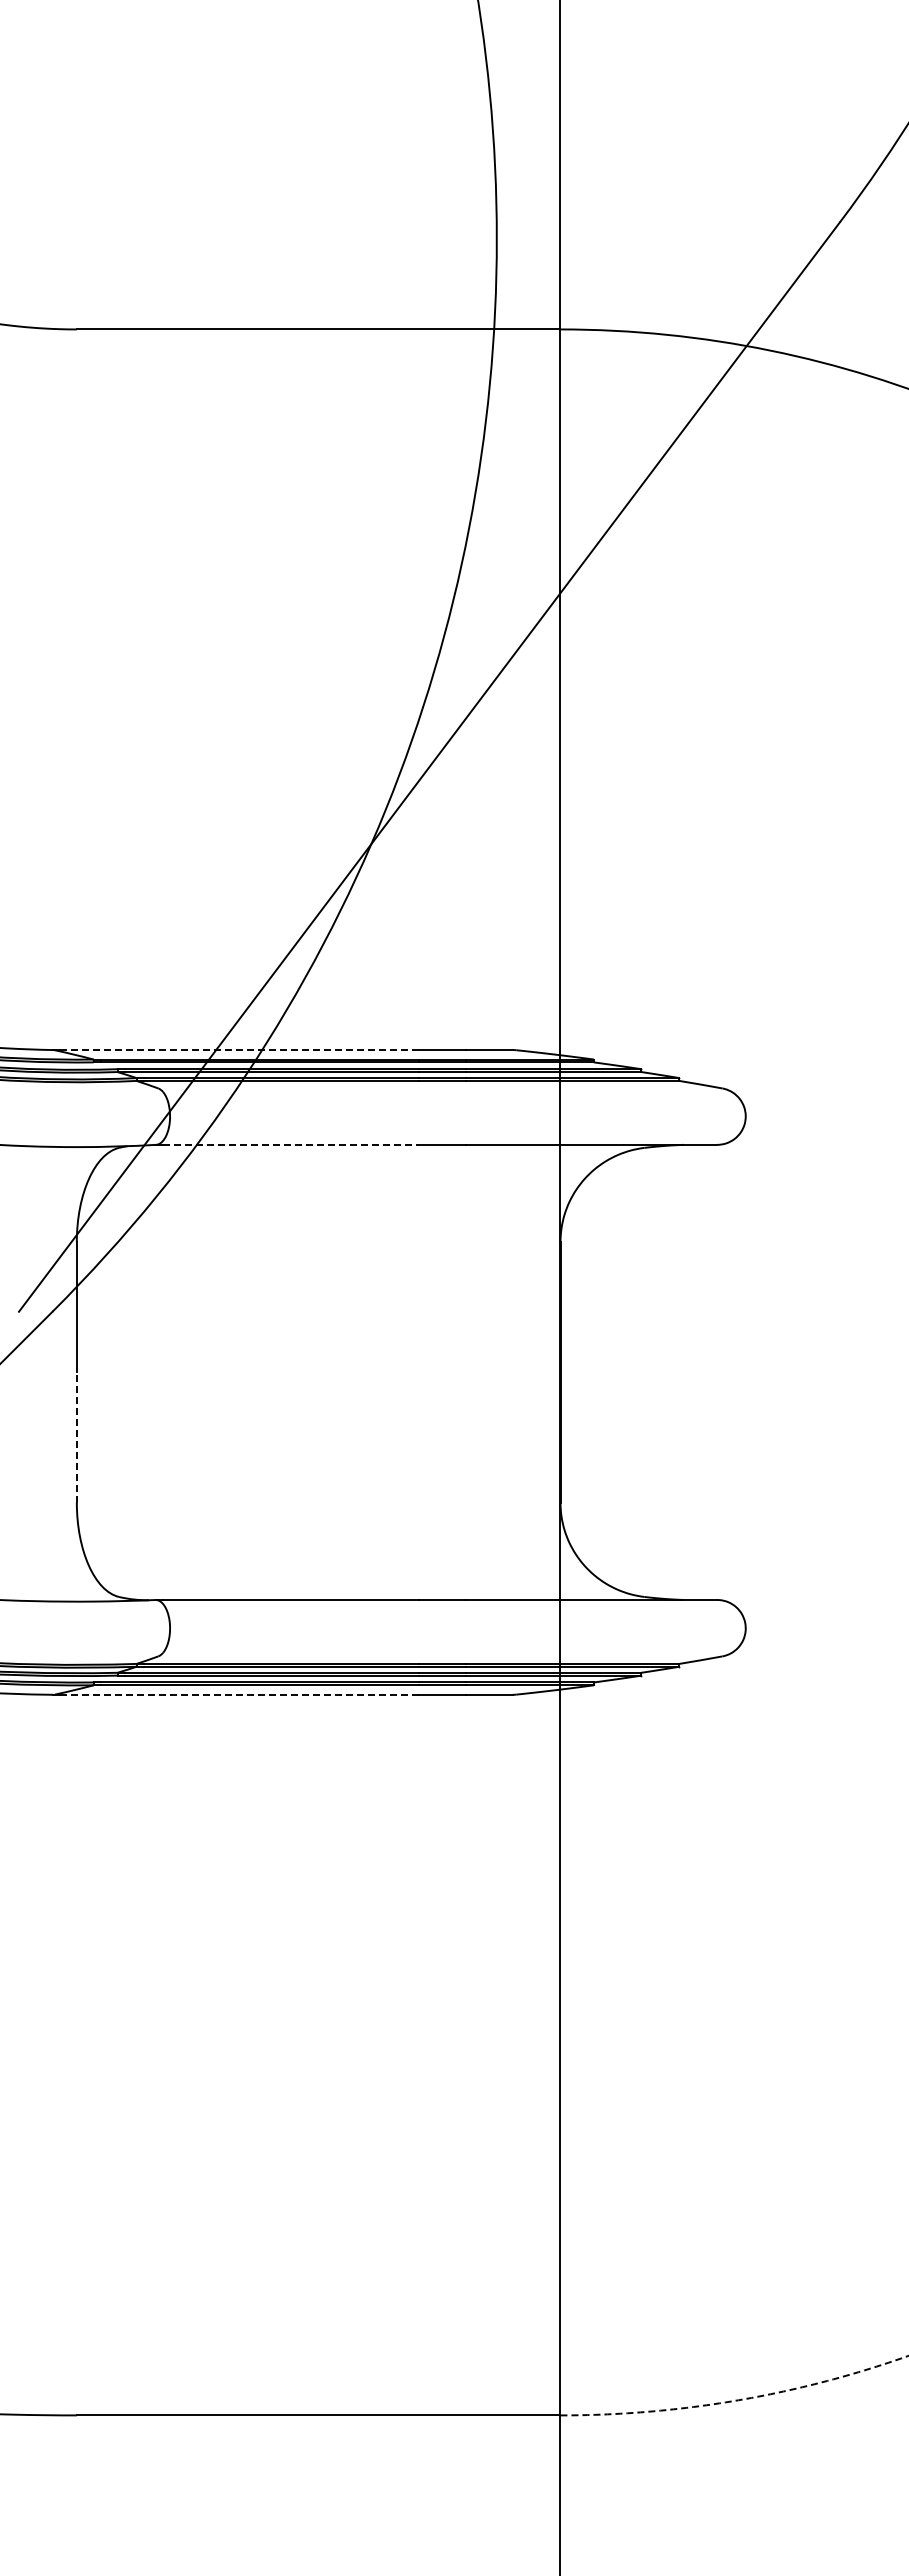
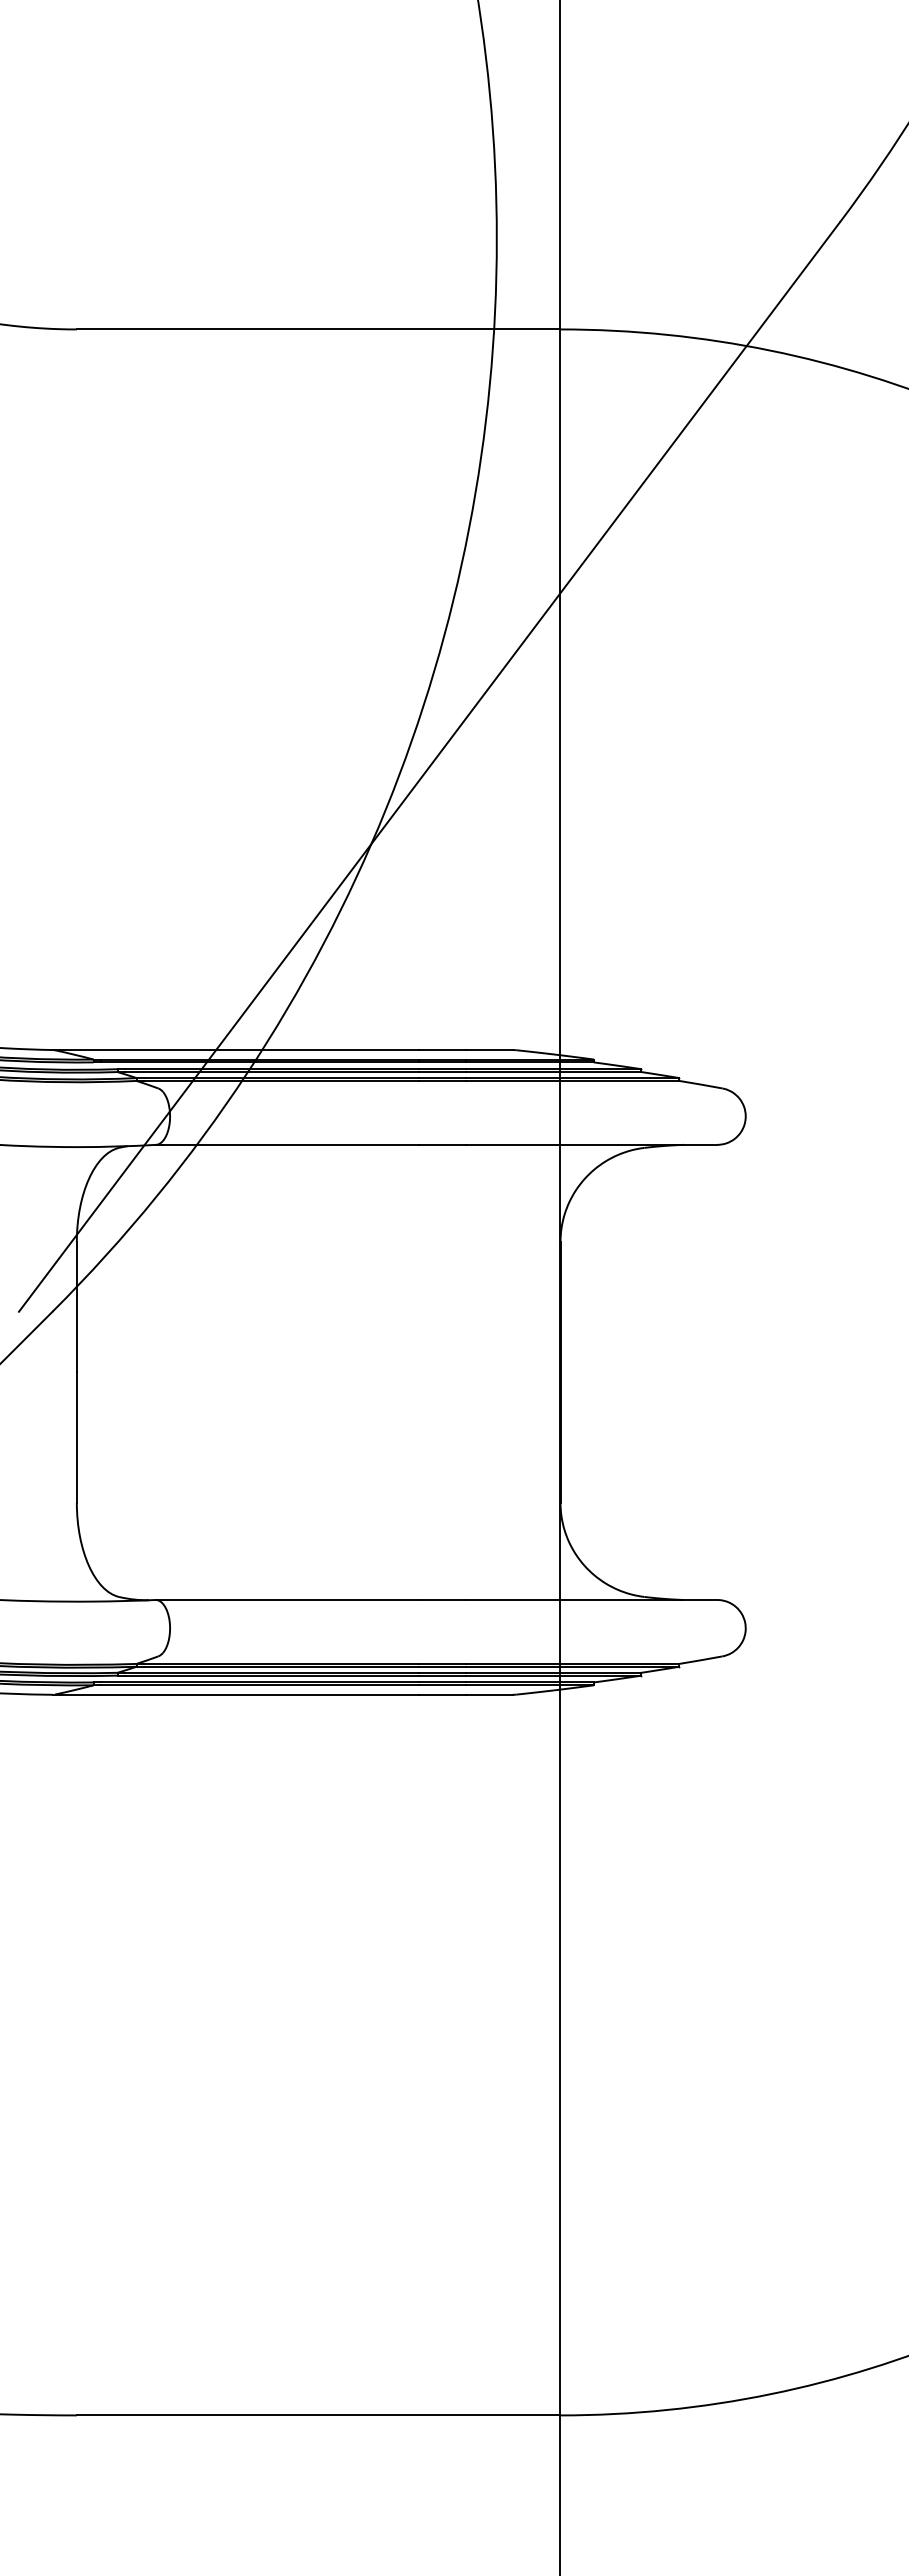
line at (238, 1050): dashed -> solid
line at (290, 1144): dashed -> solid
line at (76, 1437): dashed -> solid
line at (239, 1694): dashed -> solid
arc at (737, 2400): dashed -> solid
